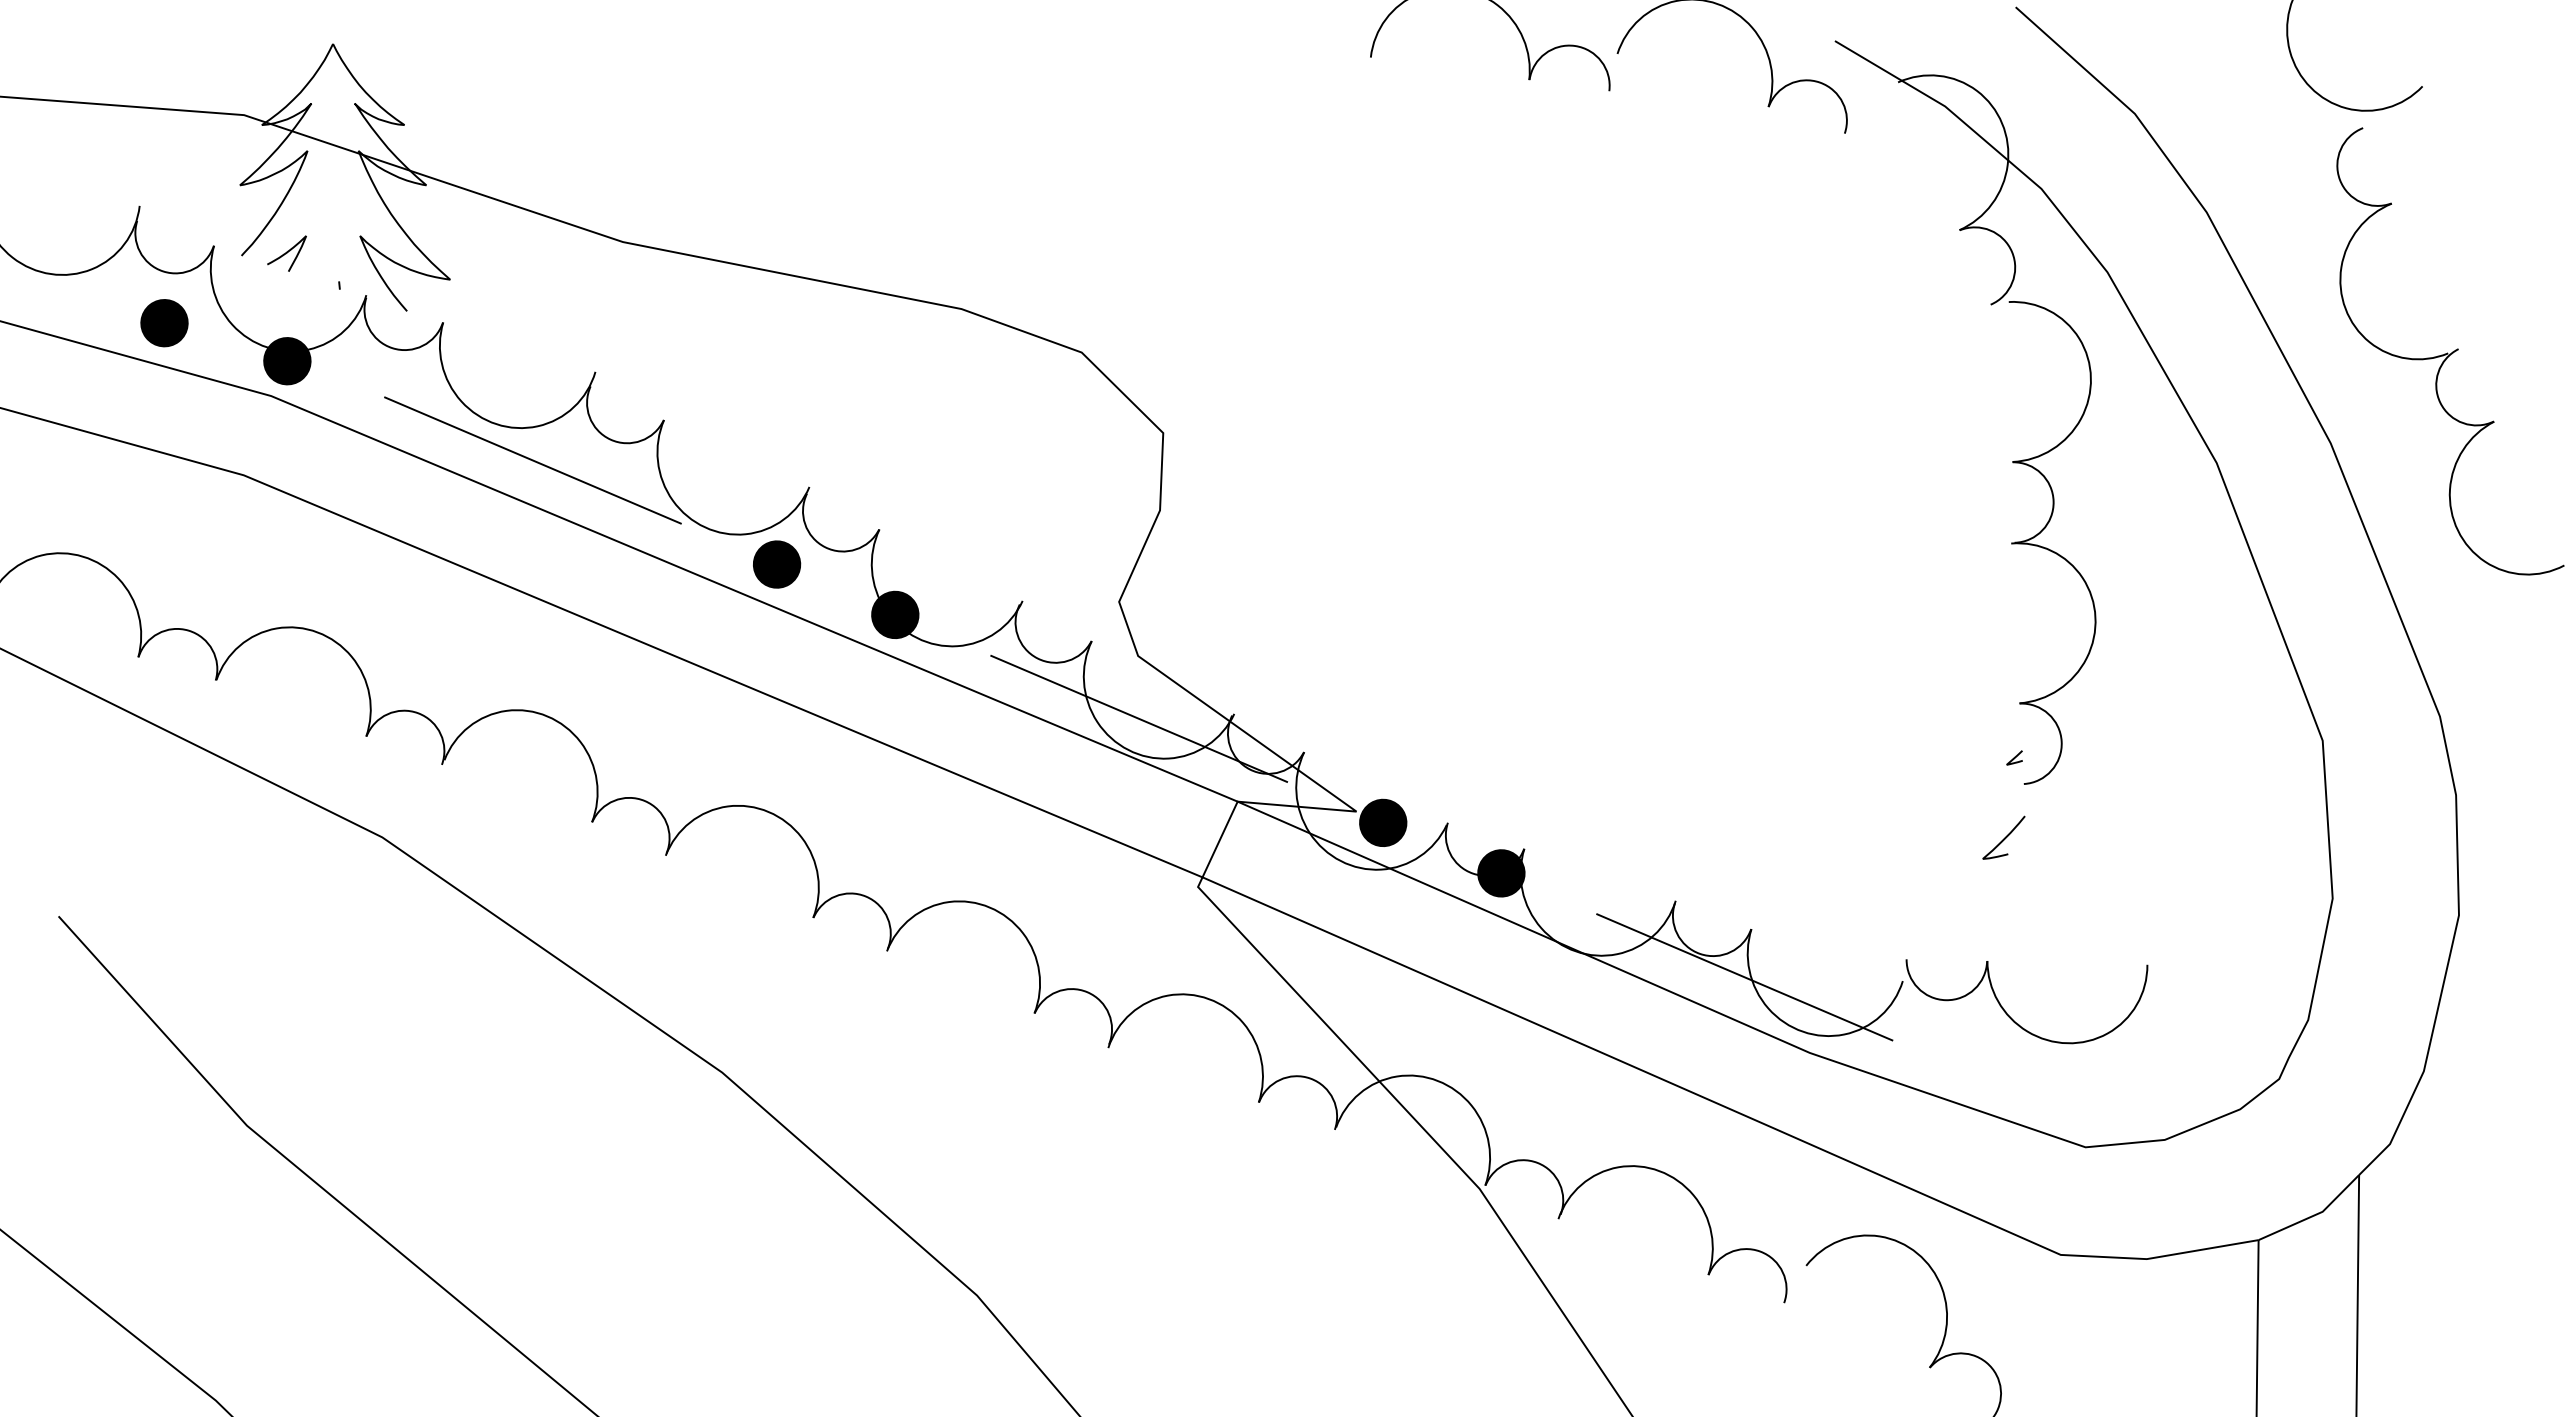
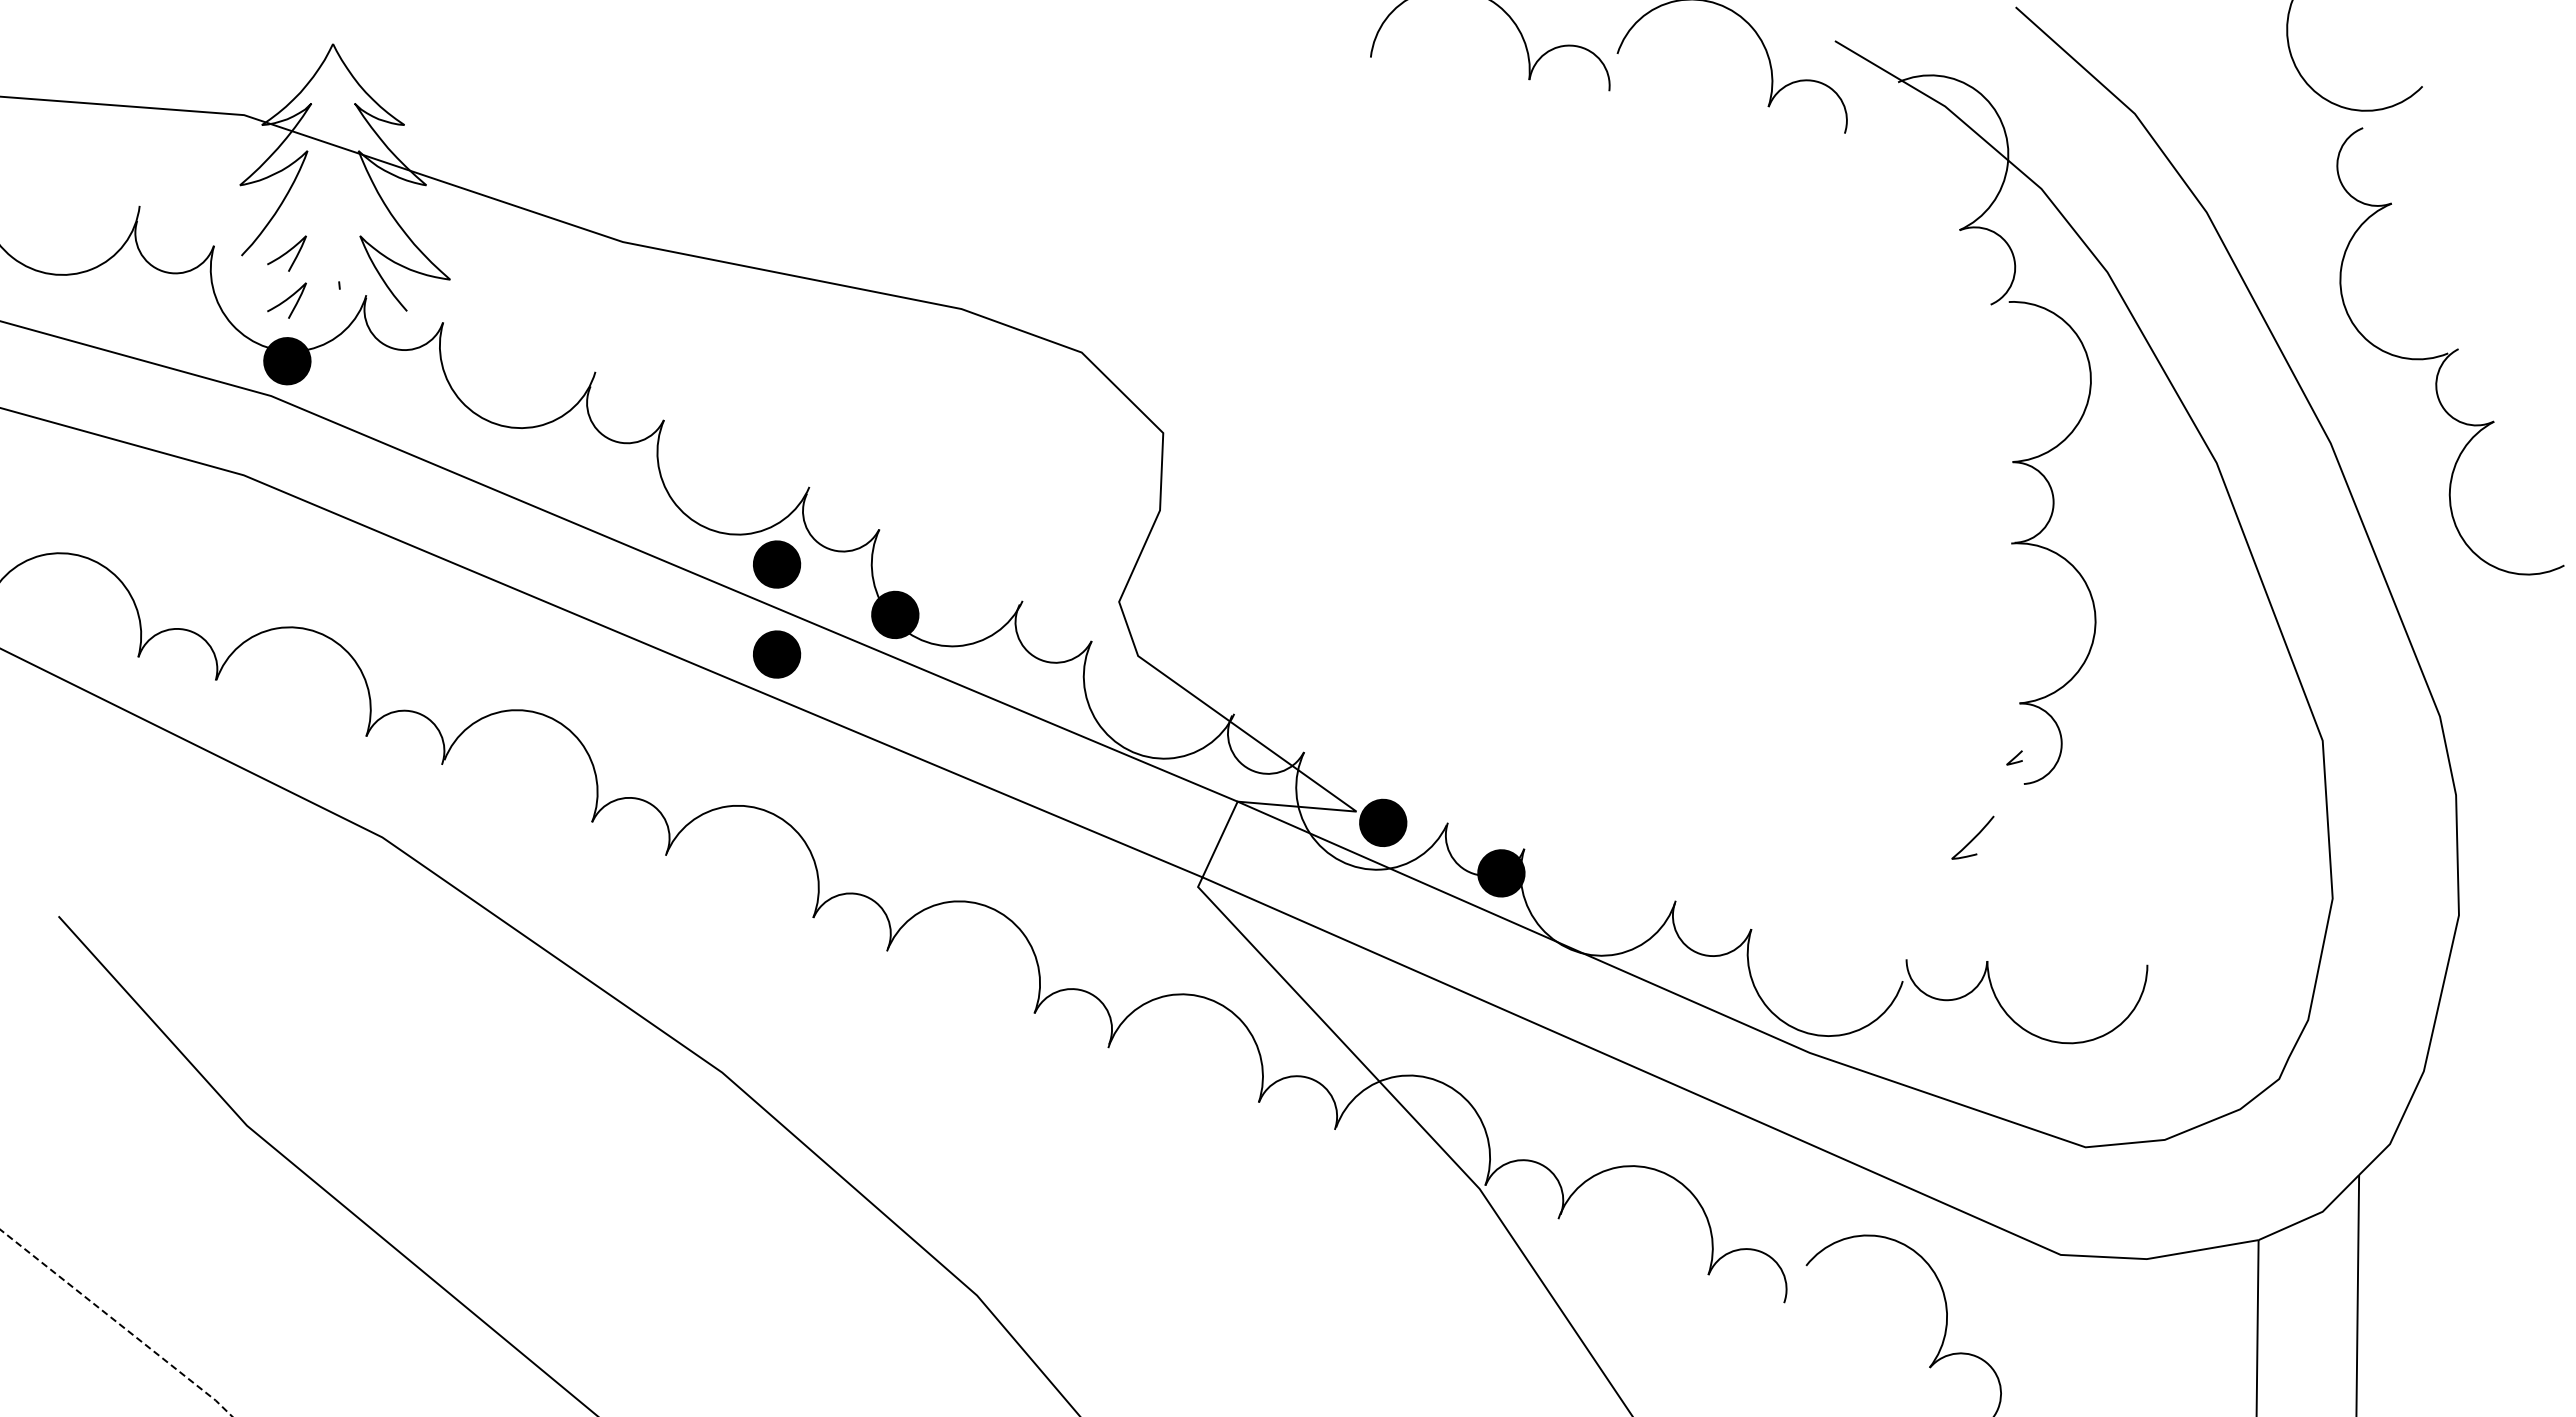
curve at (286, 300): none -> present
fill at (164, 323): present -> none
line at (532, 460): present -> none
part at (777, 654): none -> present
line at (1139, 718): present -> none
curve at (2004, 837) position: (2004, 837) -> (1973, 837)
line at (1744, 977): present -> none
line at (118, 1322): solid -> dashed
